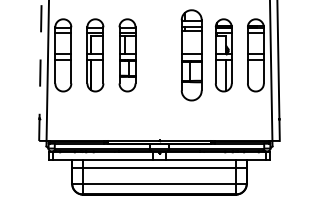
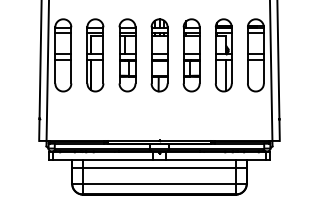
part at (159, 55): none -> present
part at (191, 55) size: 23x93 px -> 19x75 px
line at (40, 70): dashed -> solid
